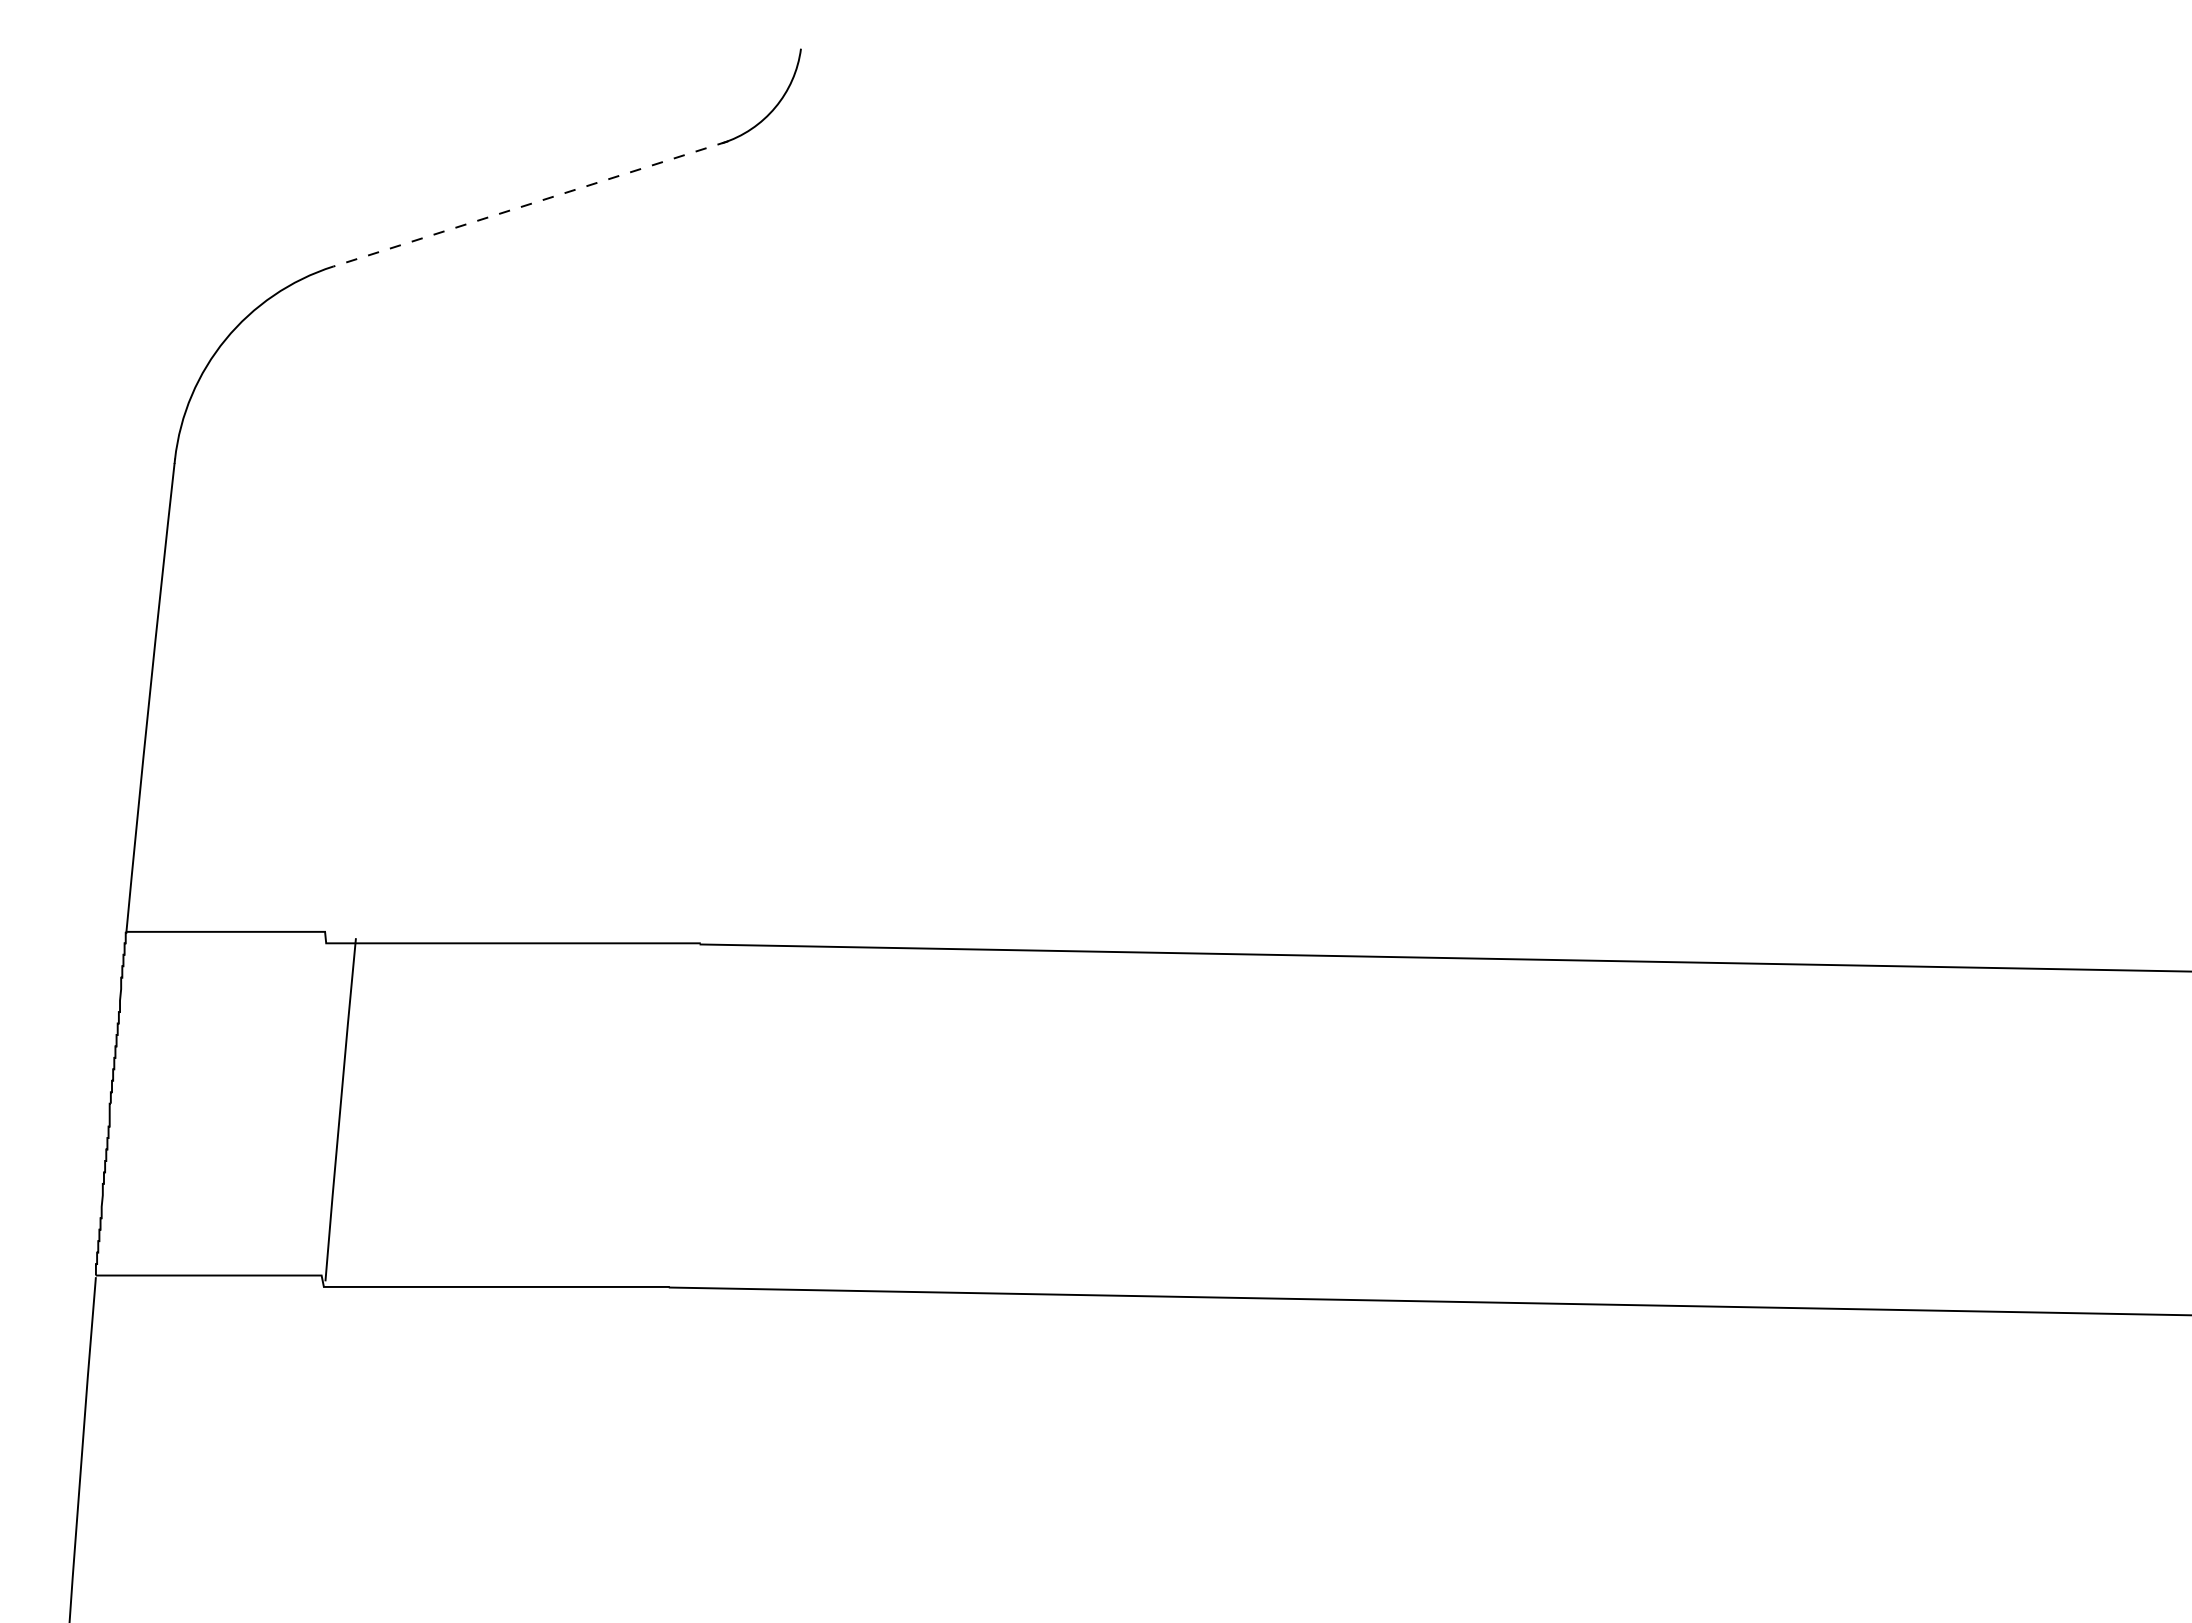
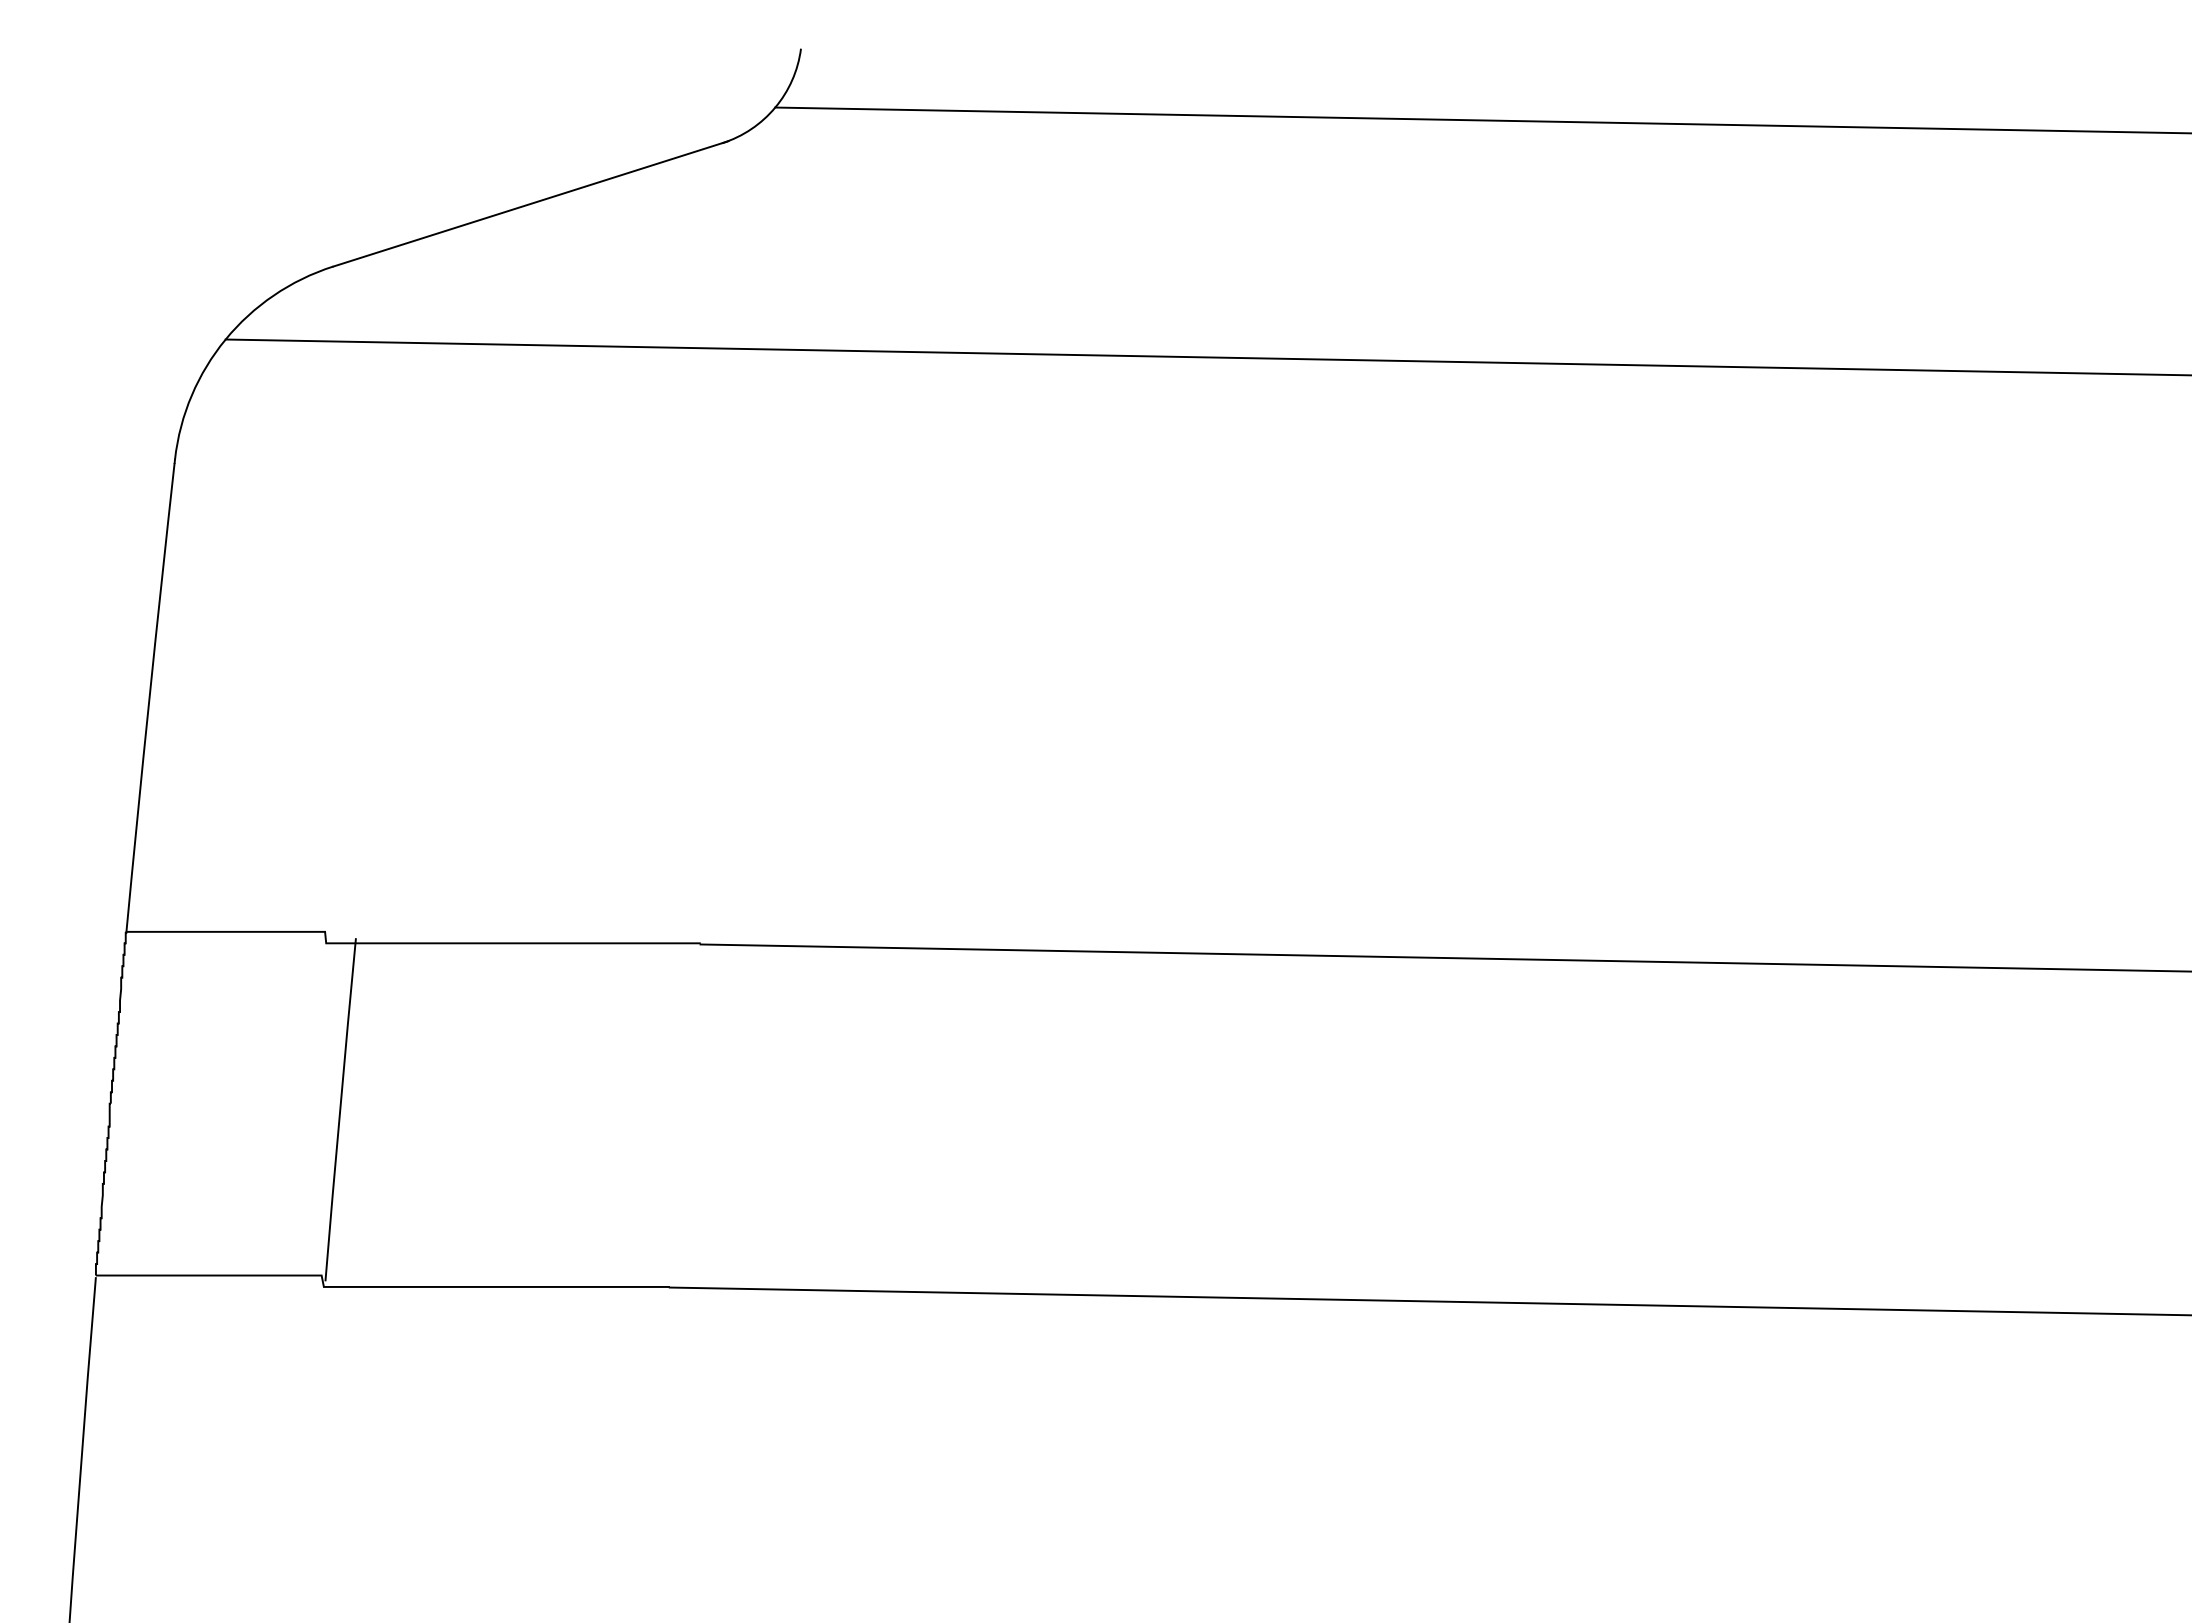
line at (1481, 120): none -> present
line at (530, 204): dashed -> solid
line at (1206, 357): none -> present
